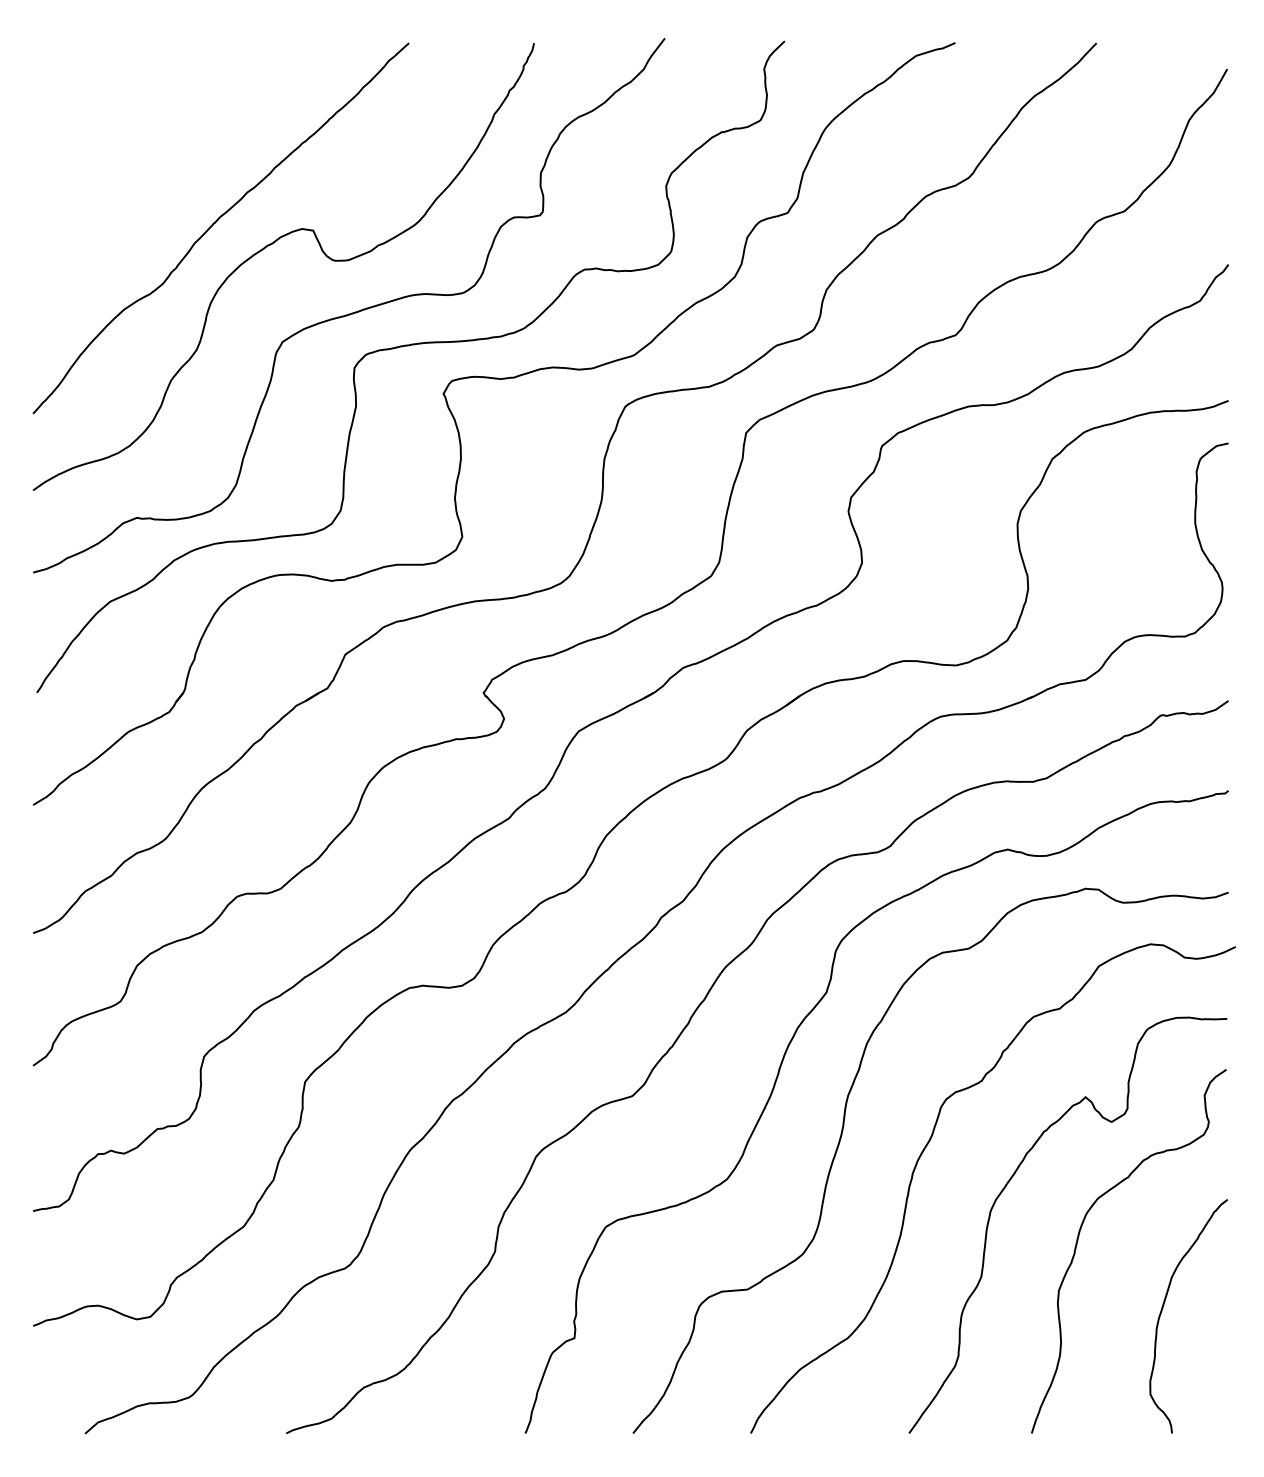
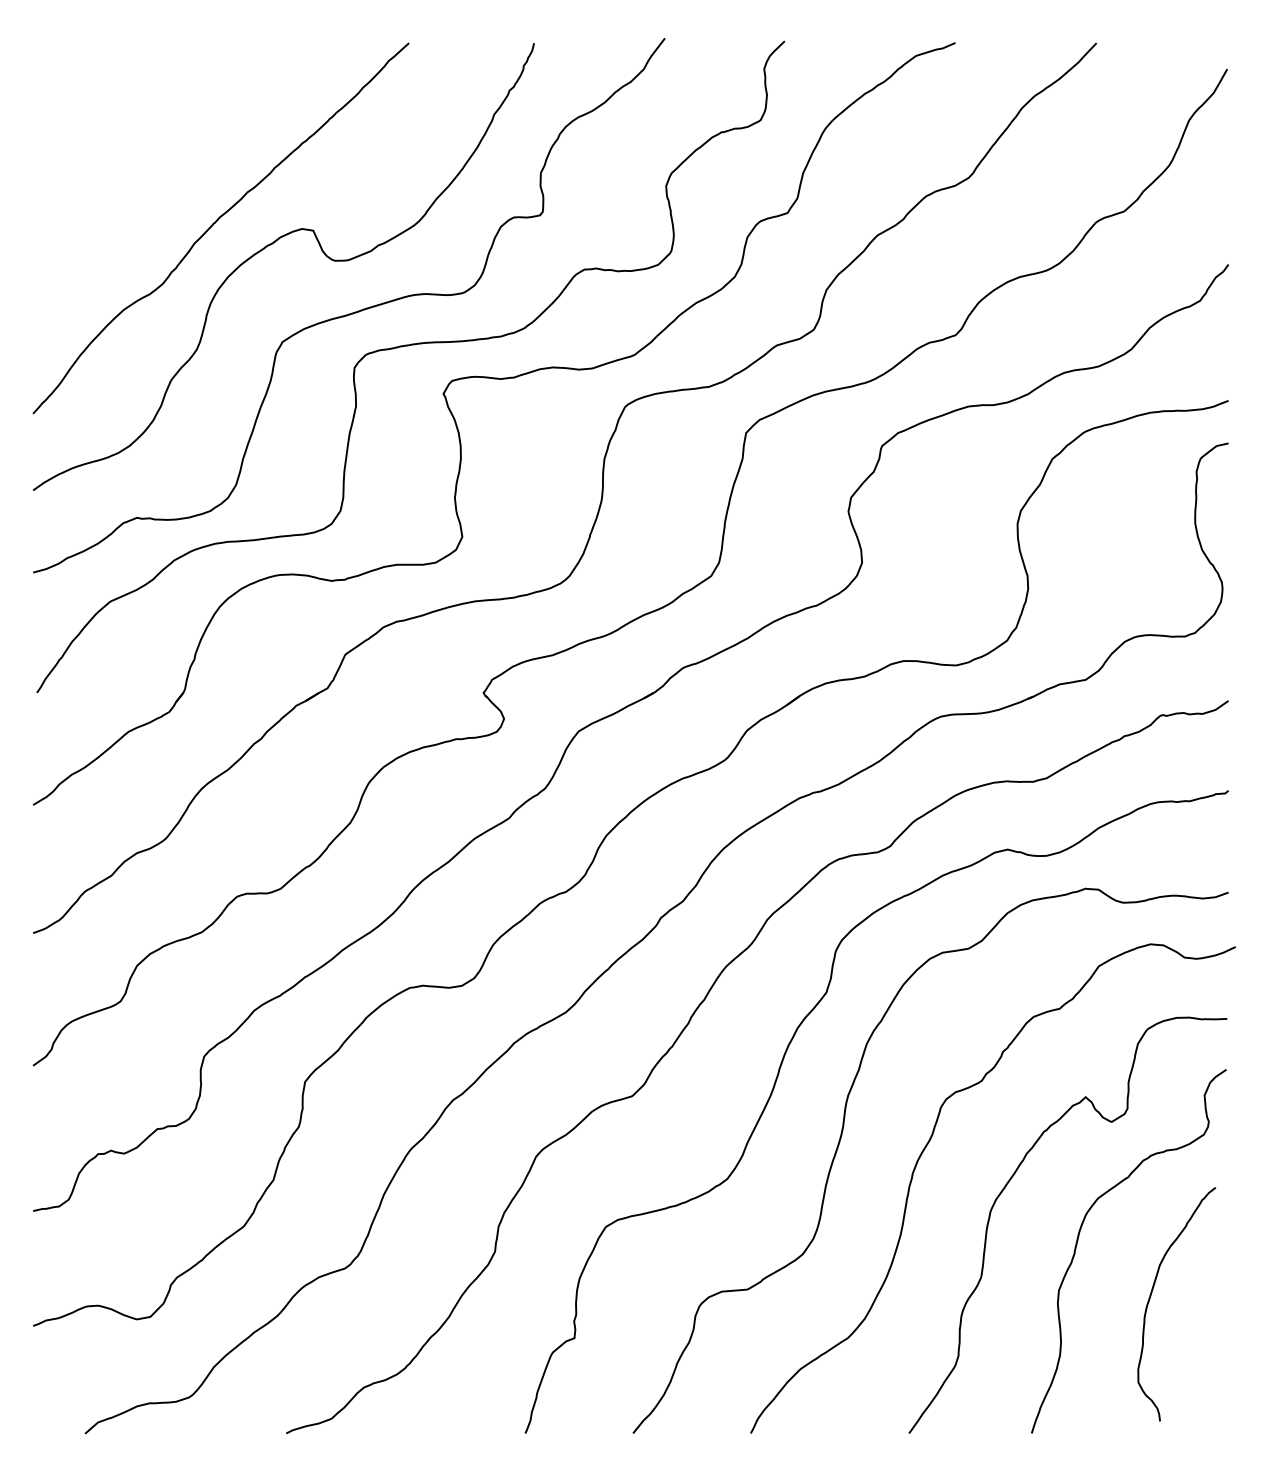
curve at (1163, 1308) position: (1163, 1308) -> (1151, 1296)
